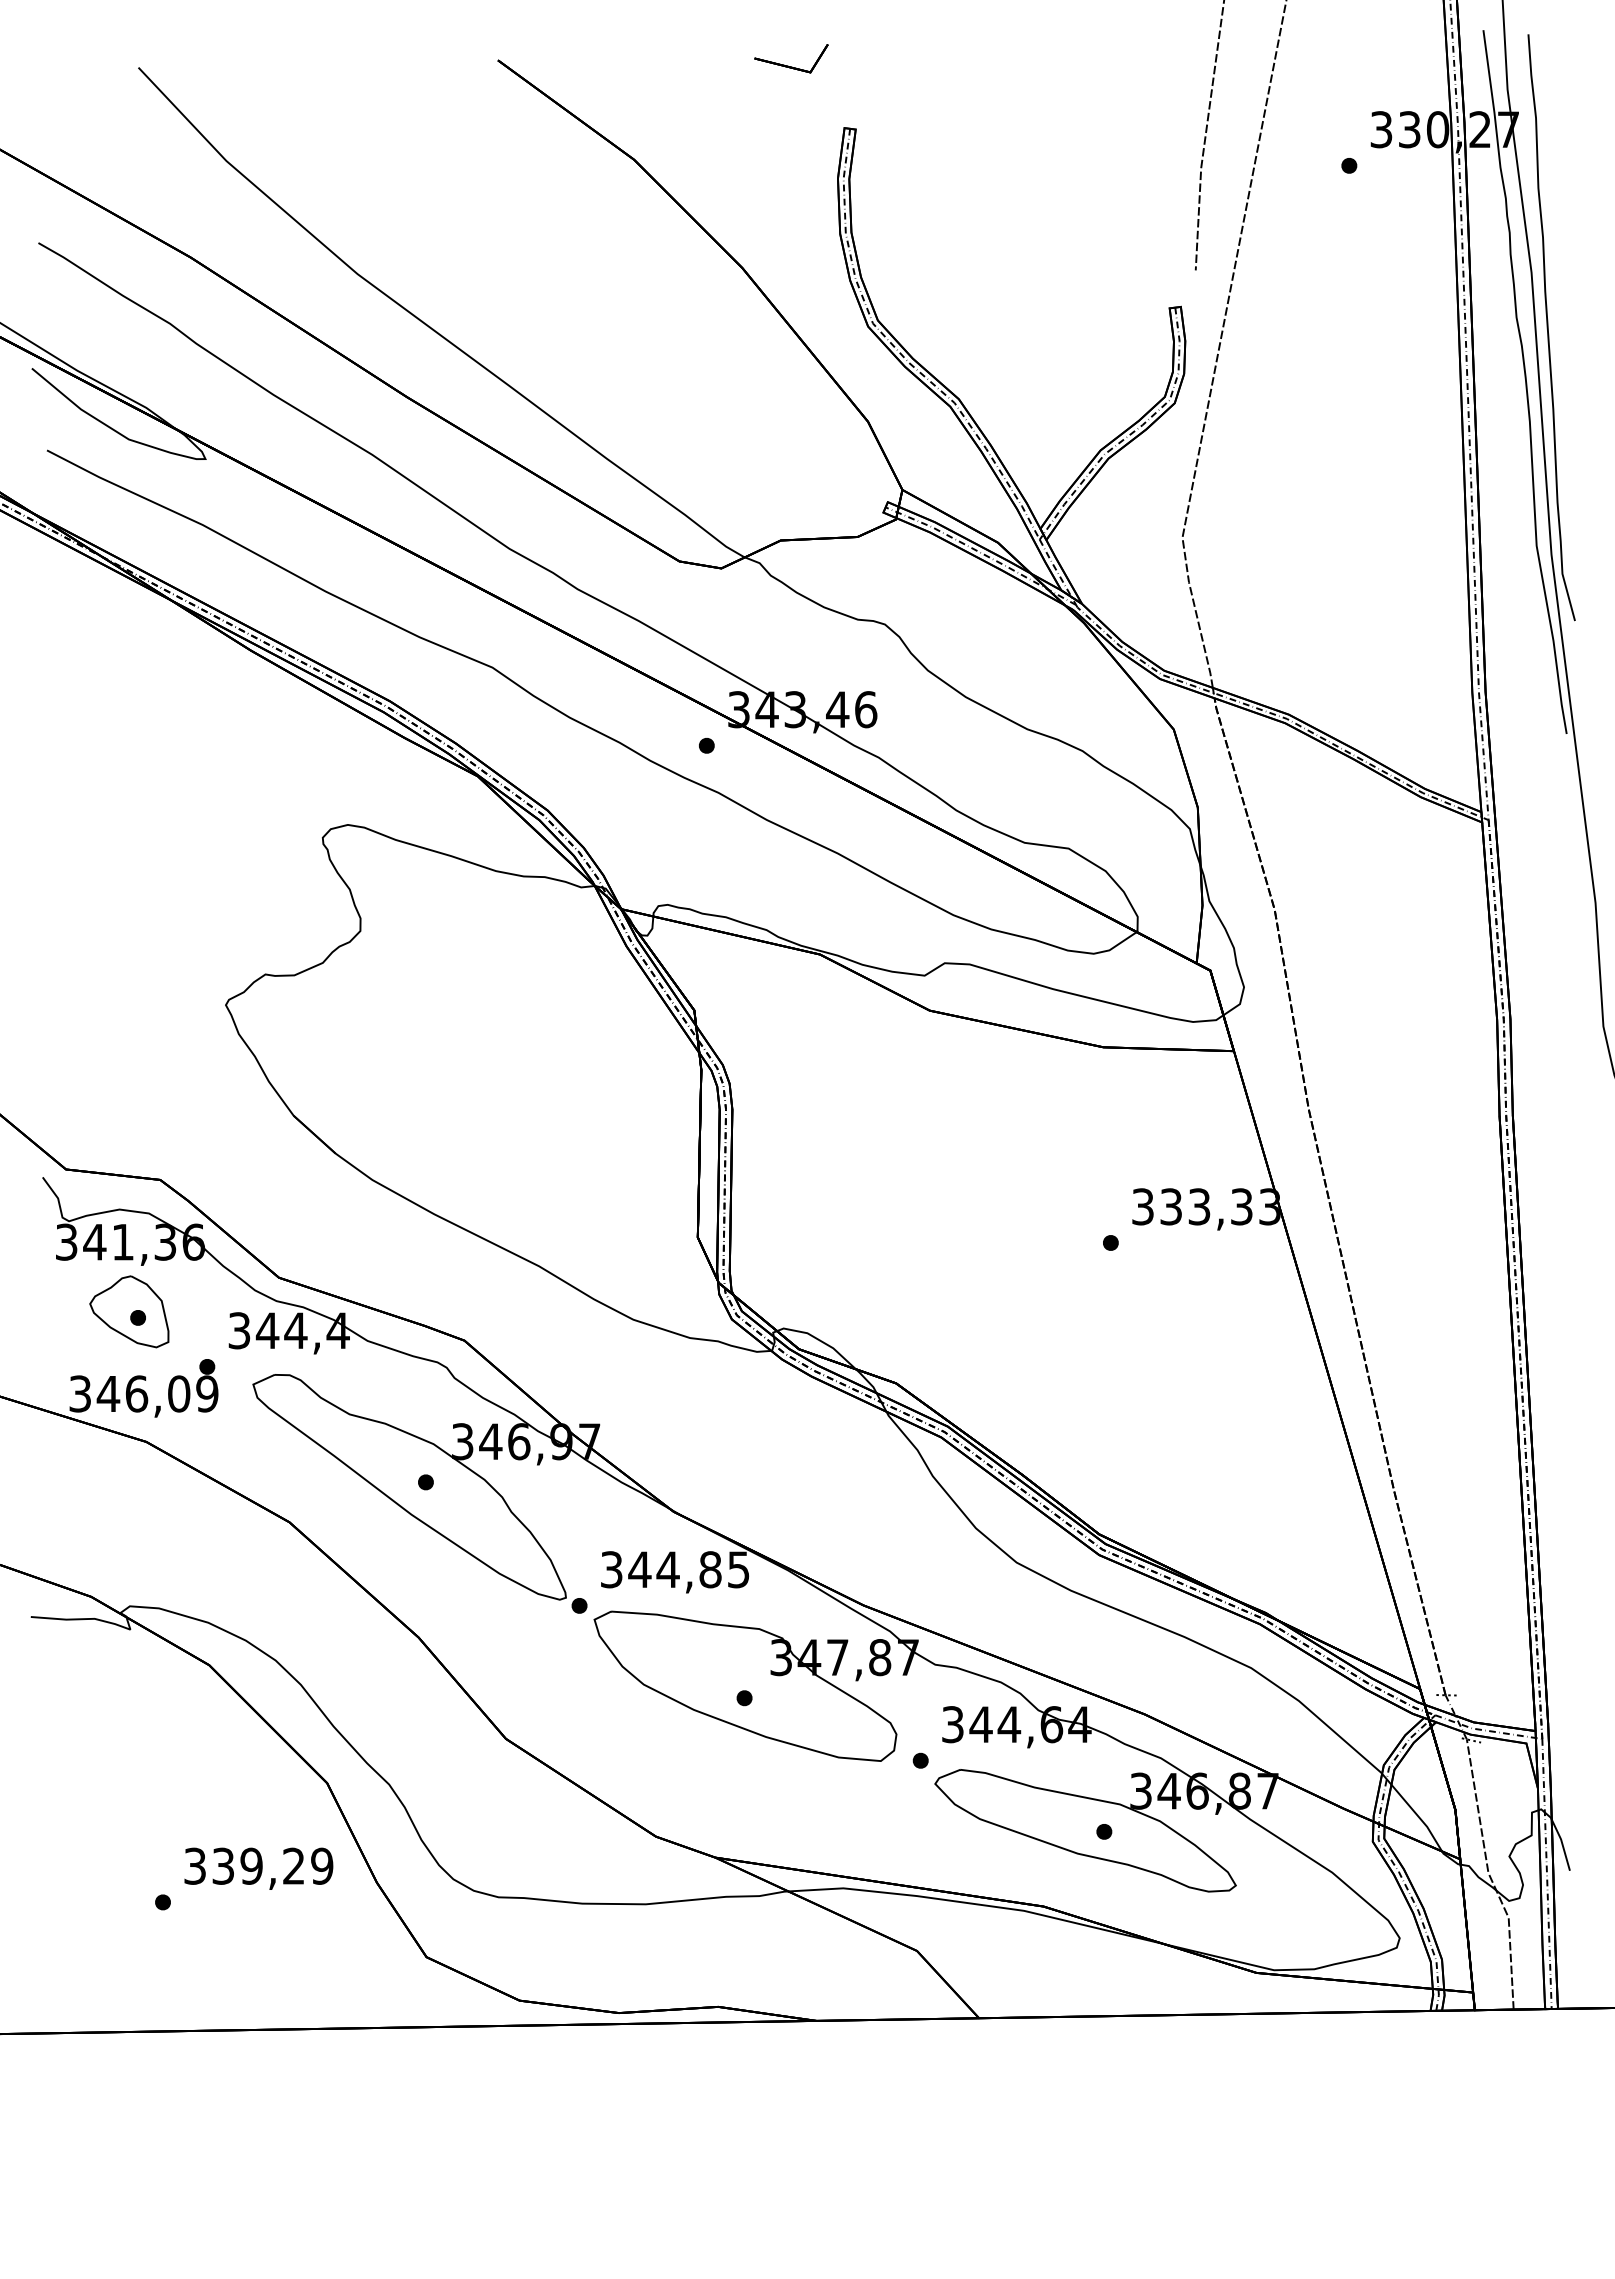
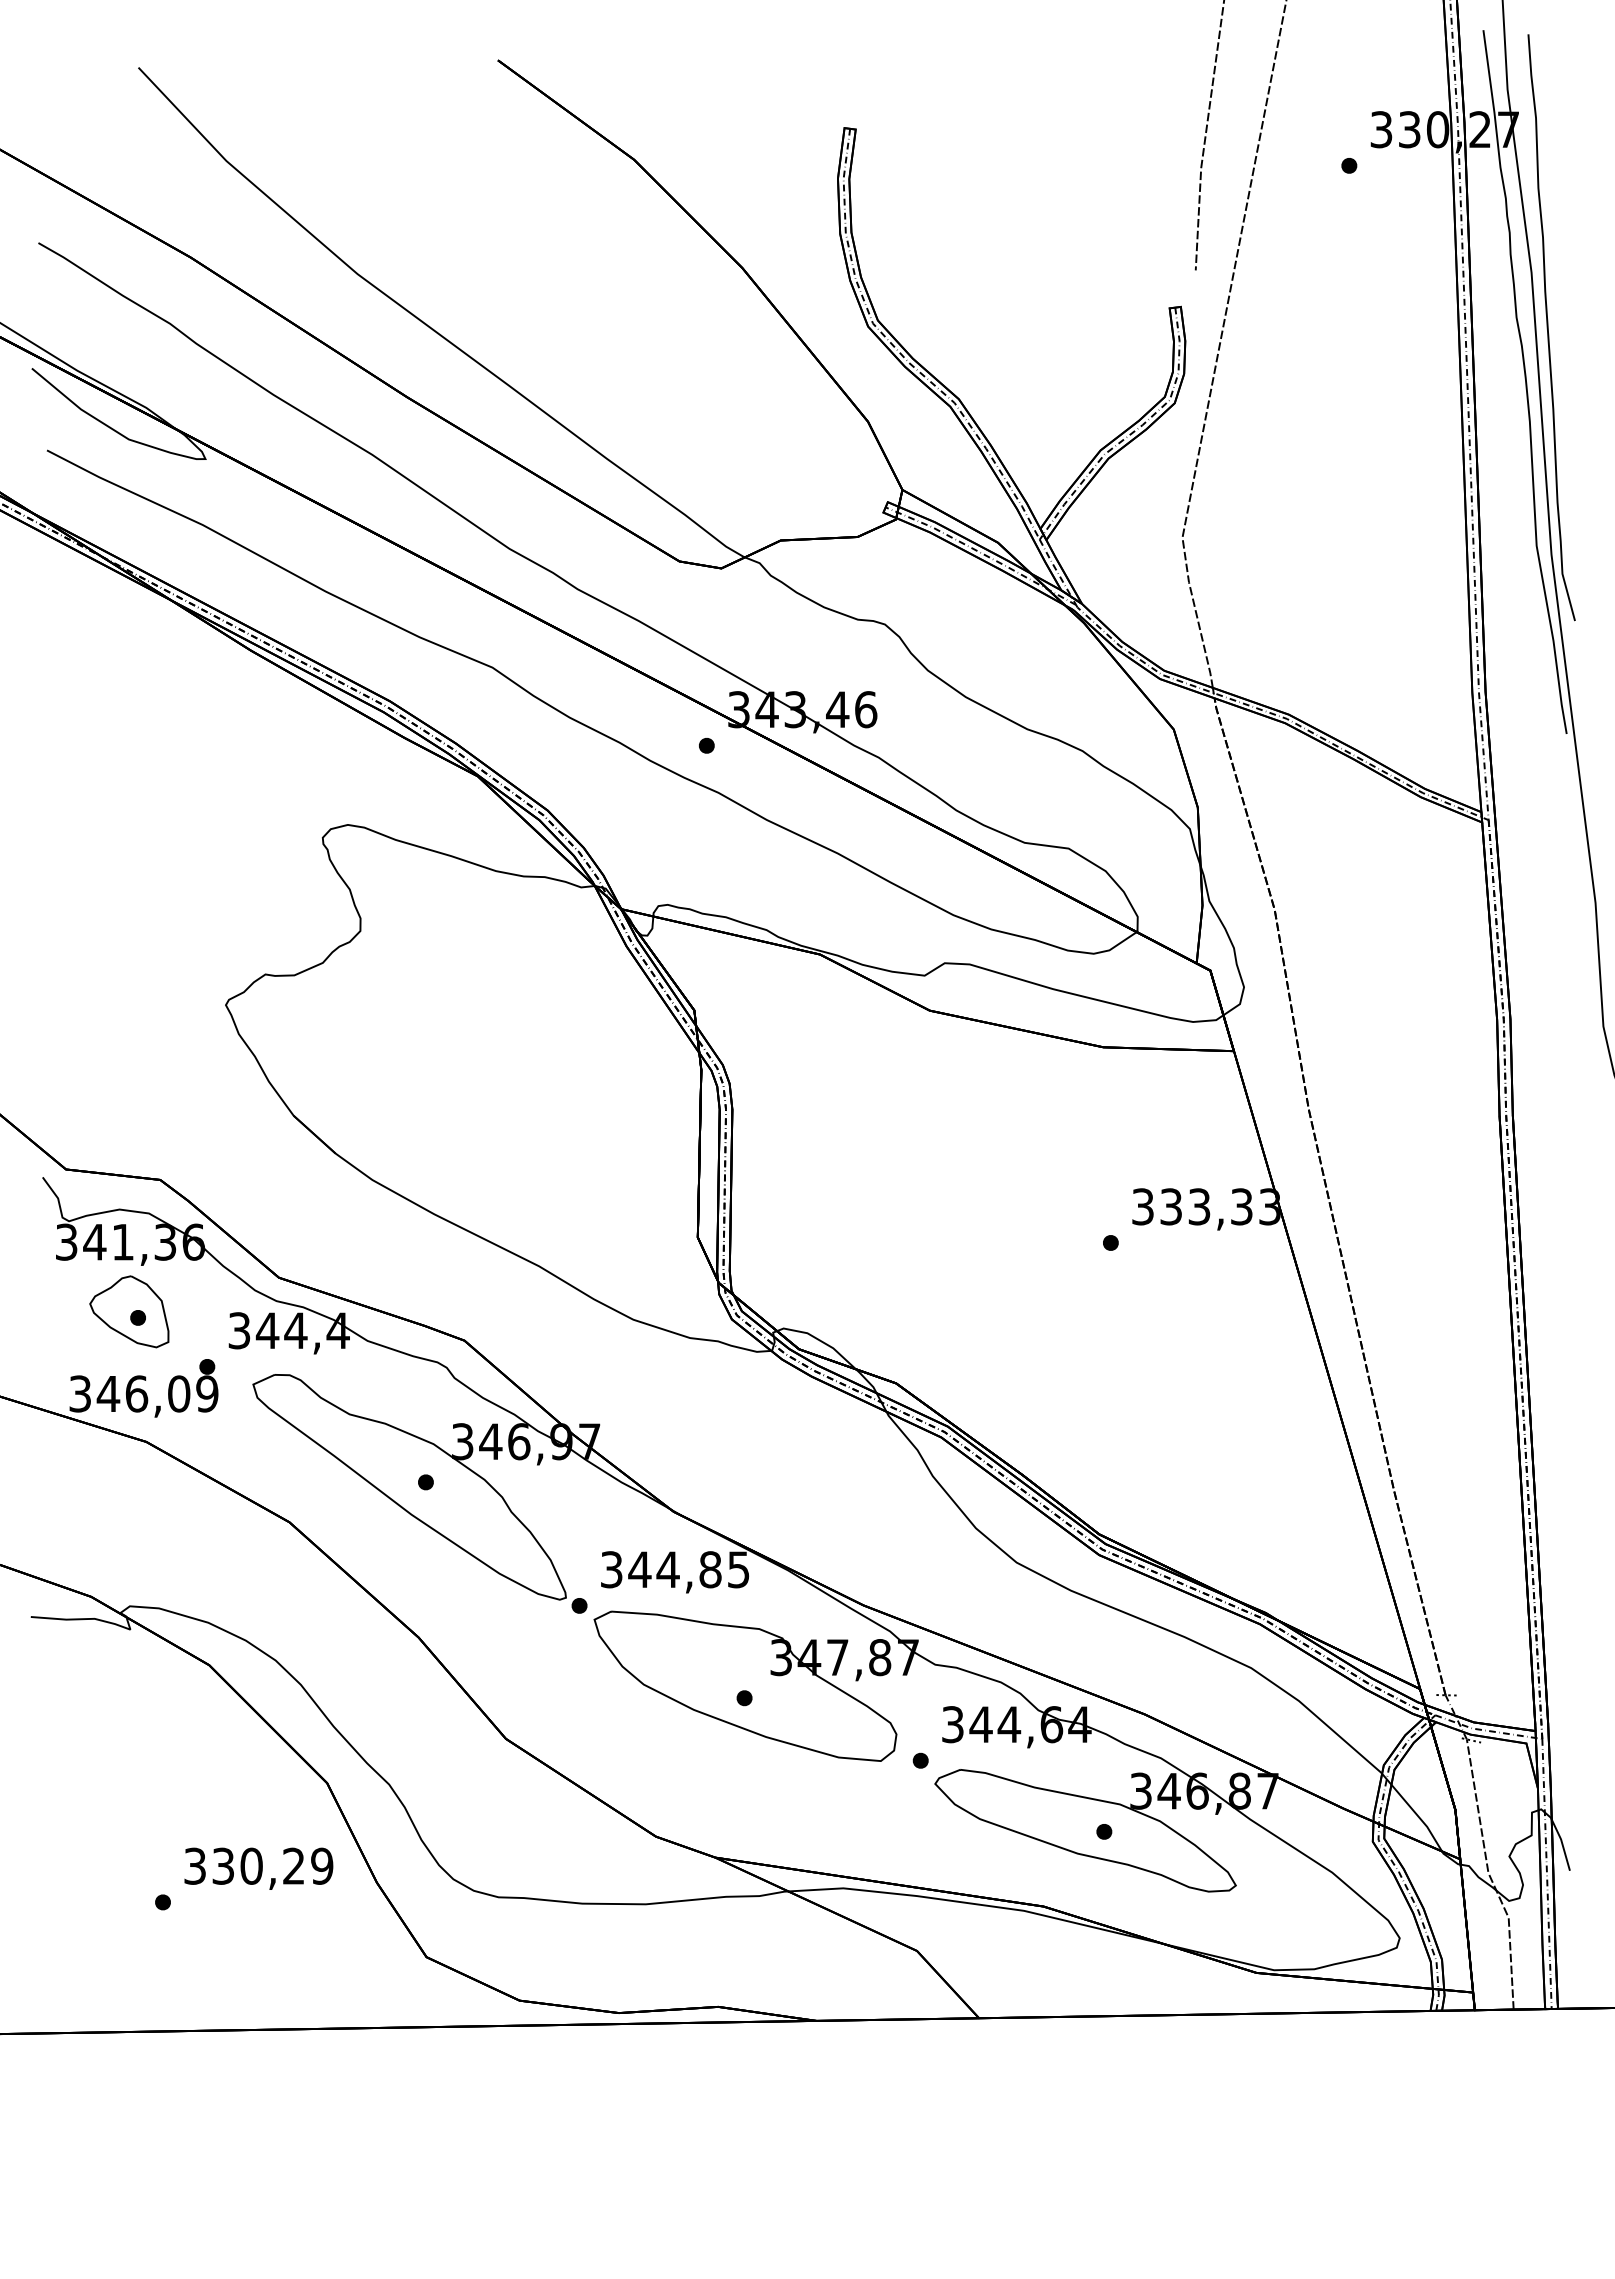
part at (788, 65): present -> none
text at (251, 1865): 339,29 -> 330,29
